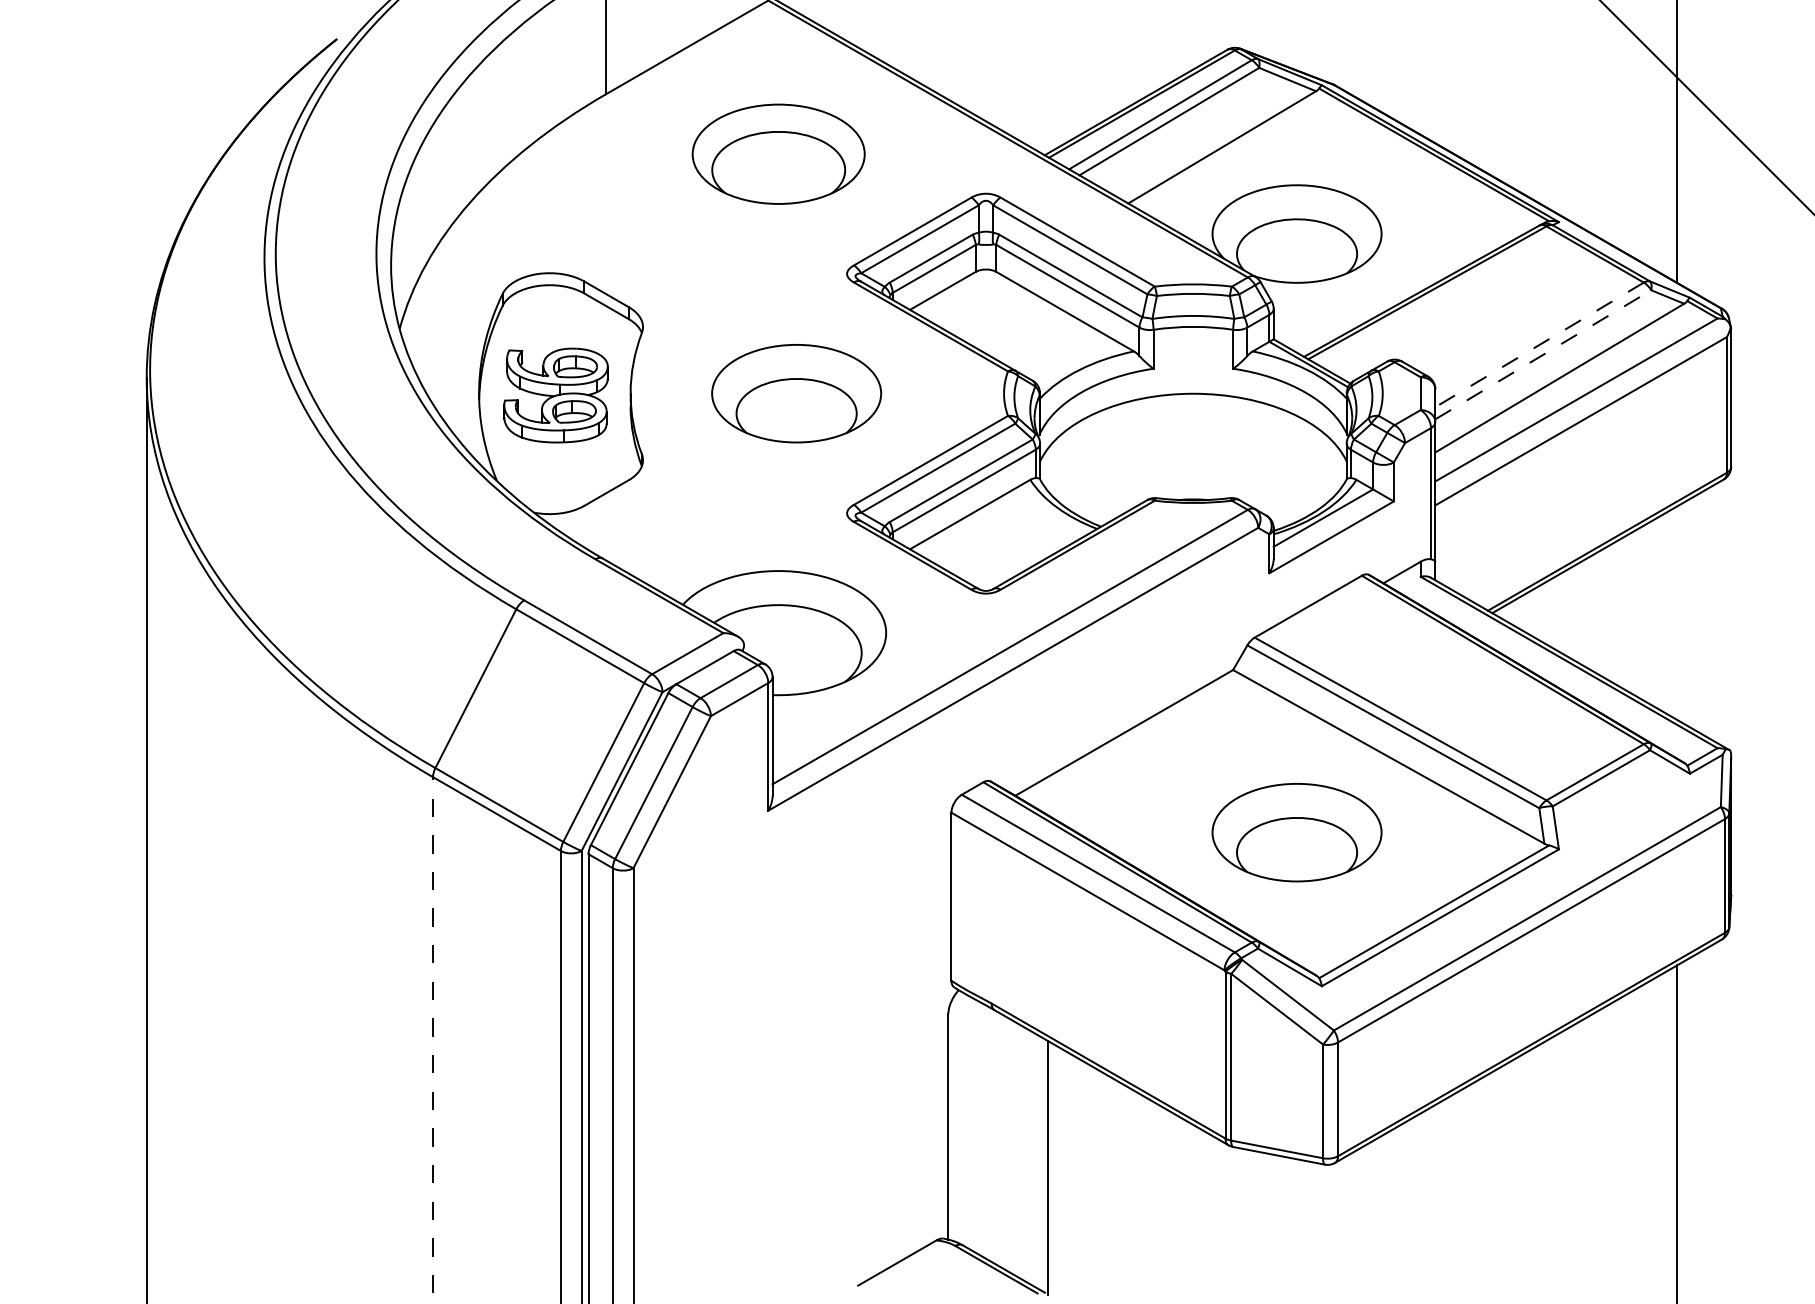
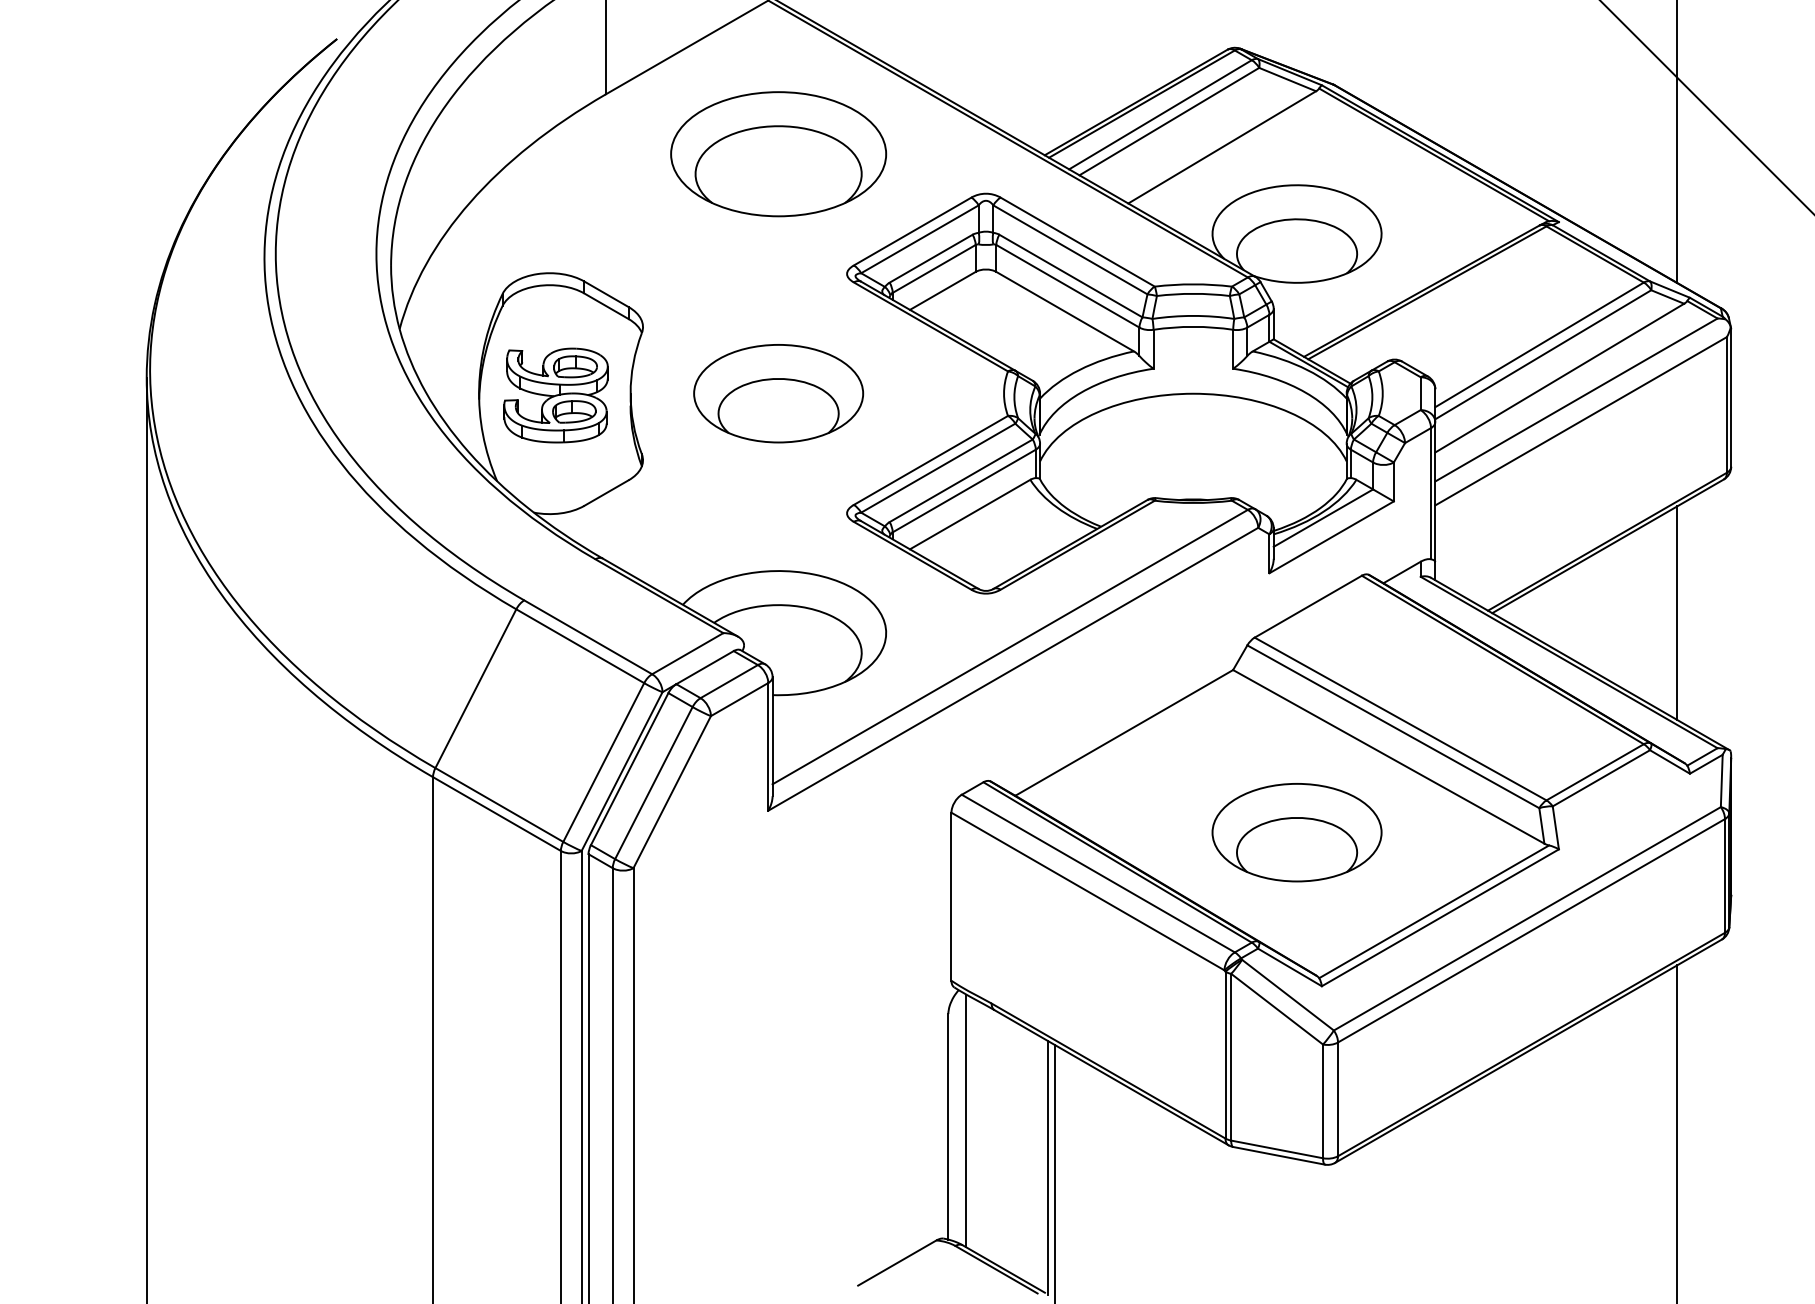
part at (778, 153) size: 175x102 px -> 218x127 px
line at (1539, 345): dashed -> solid
line at (1543, 354): dashed -> solid
part at (796, 393) position: (796, 393) -> (778, 393)
line at (1677, 612): none -> present
line at (433, 1040): dashed -> solid
line at (965, 1120): none -> present
line at (1055, 1172): none -> present
